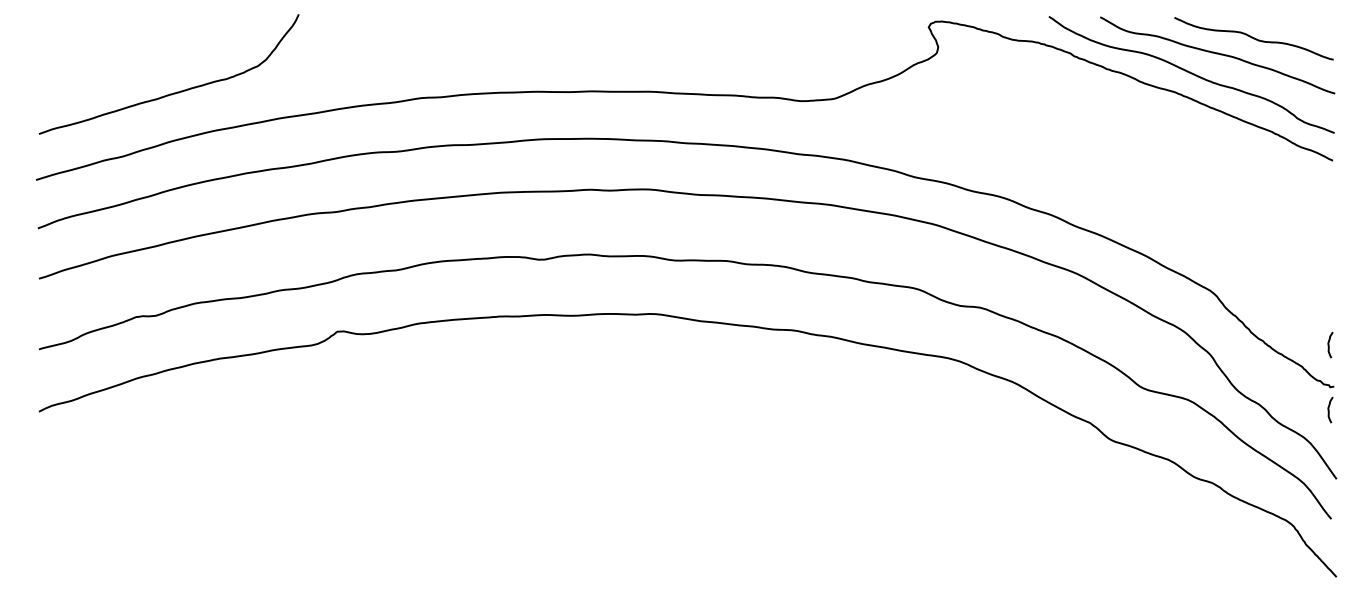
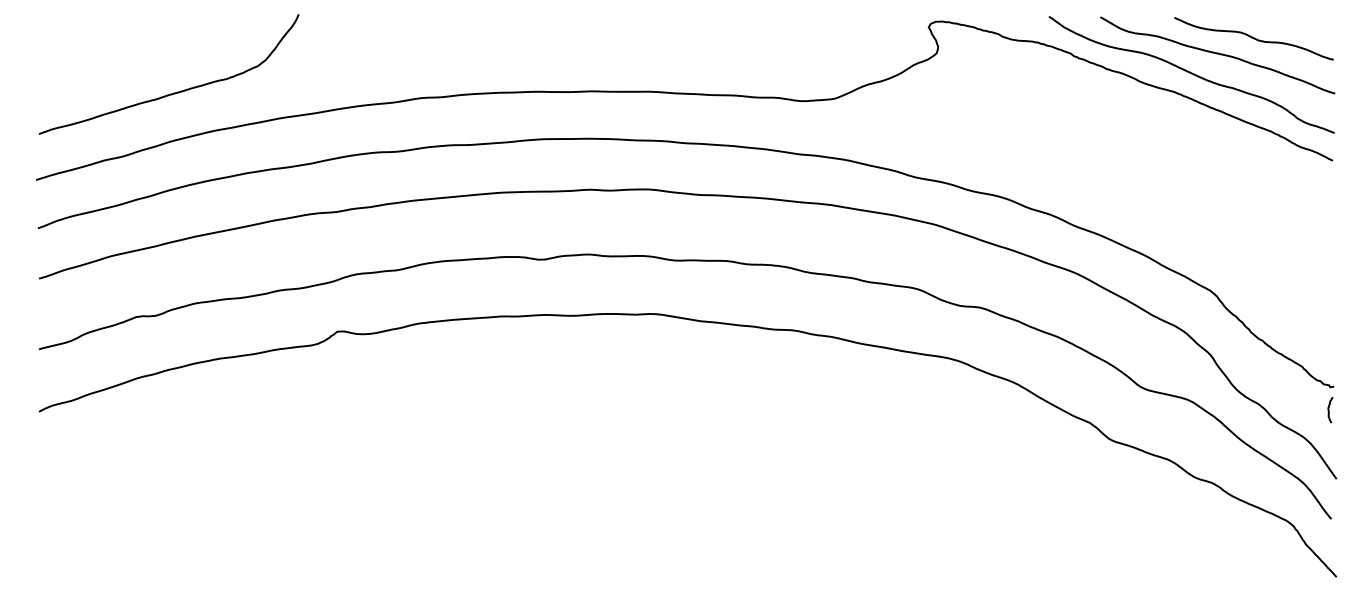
curve at (1329, 345): present -> none
